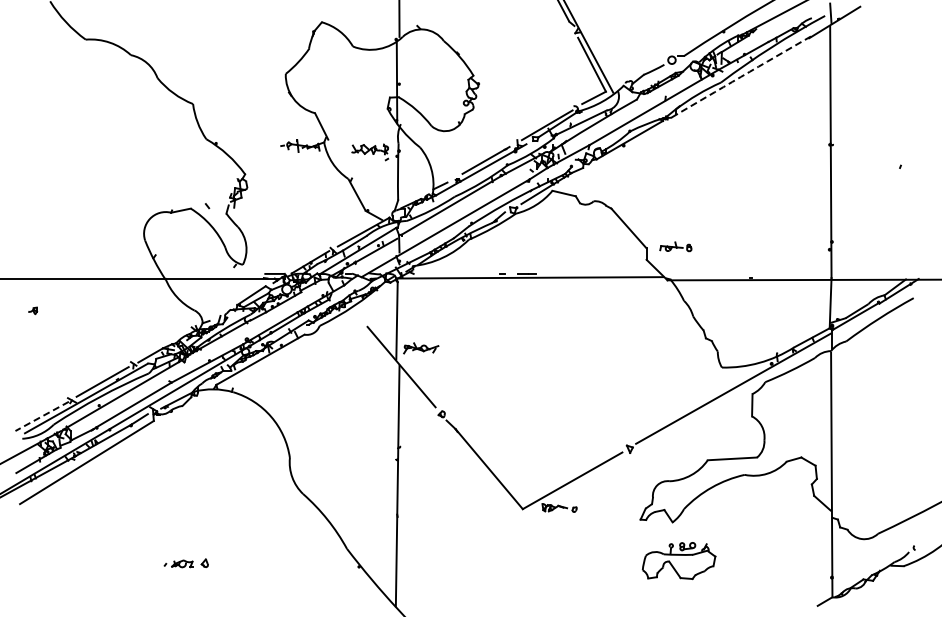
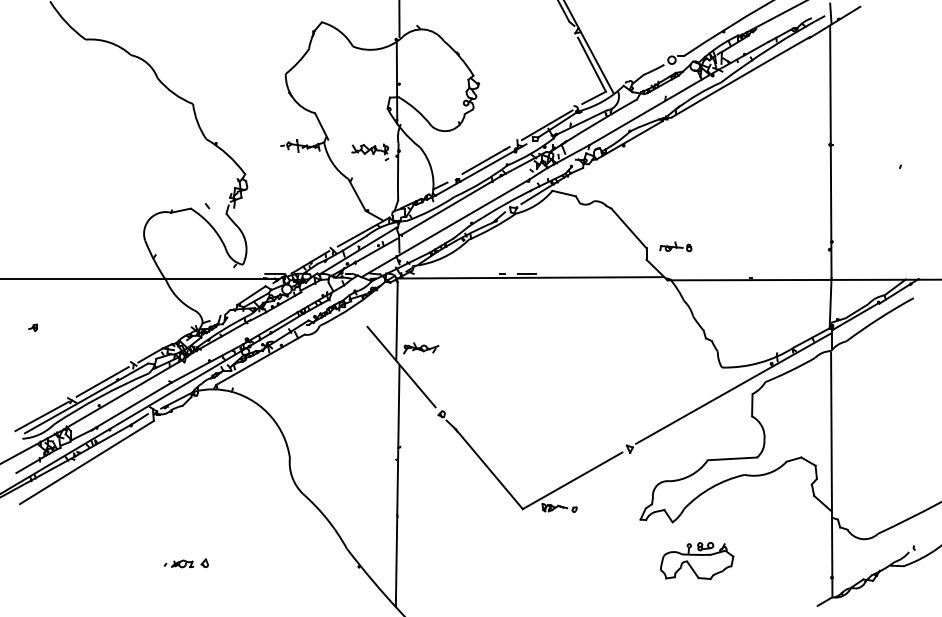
arc at (741, 76): dashed -> solid
part at (33, 310) position: (33, 310) -> (33, 327)
line at (41, 416): dashed -> solid
part at (679, 561) position: (679, 561) -> (697, 561)
